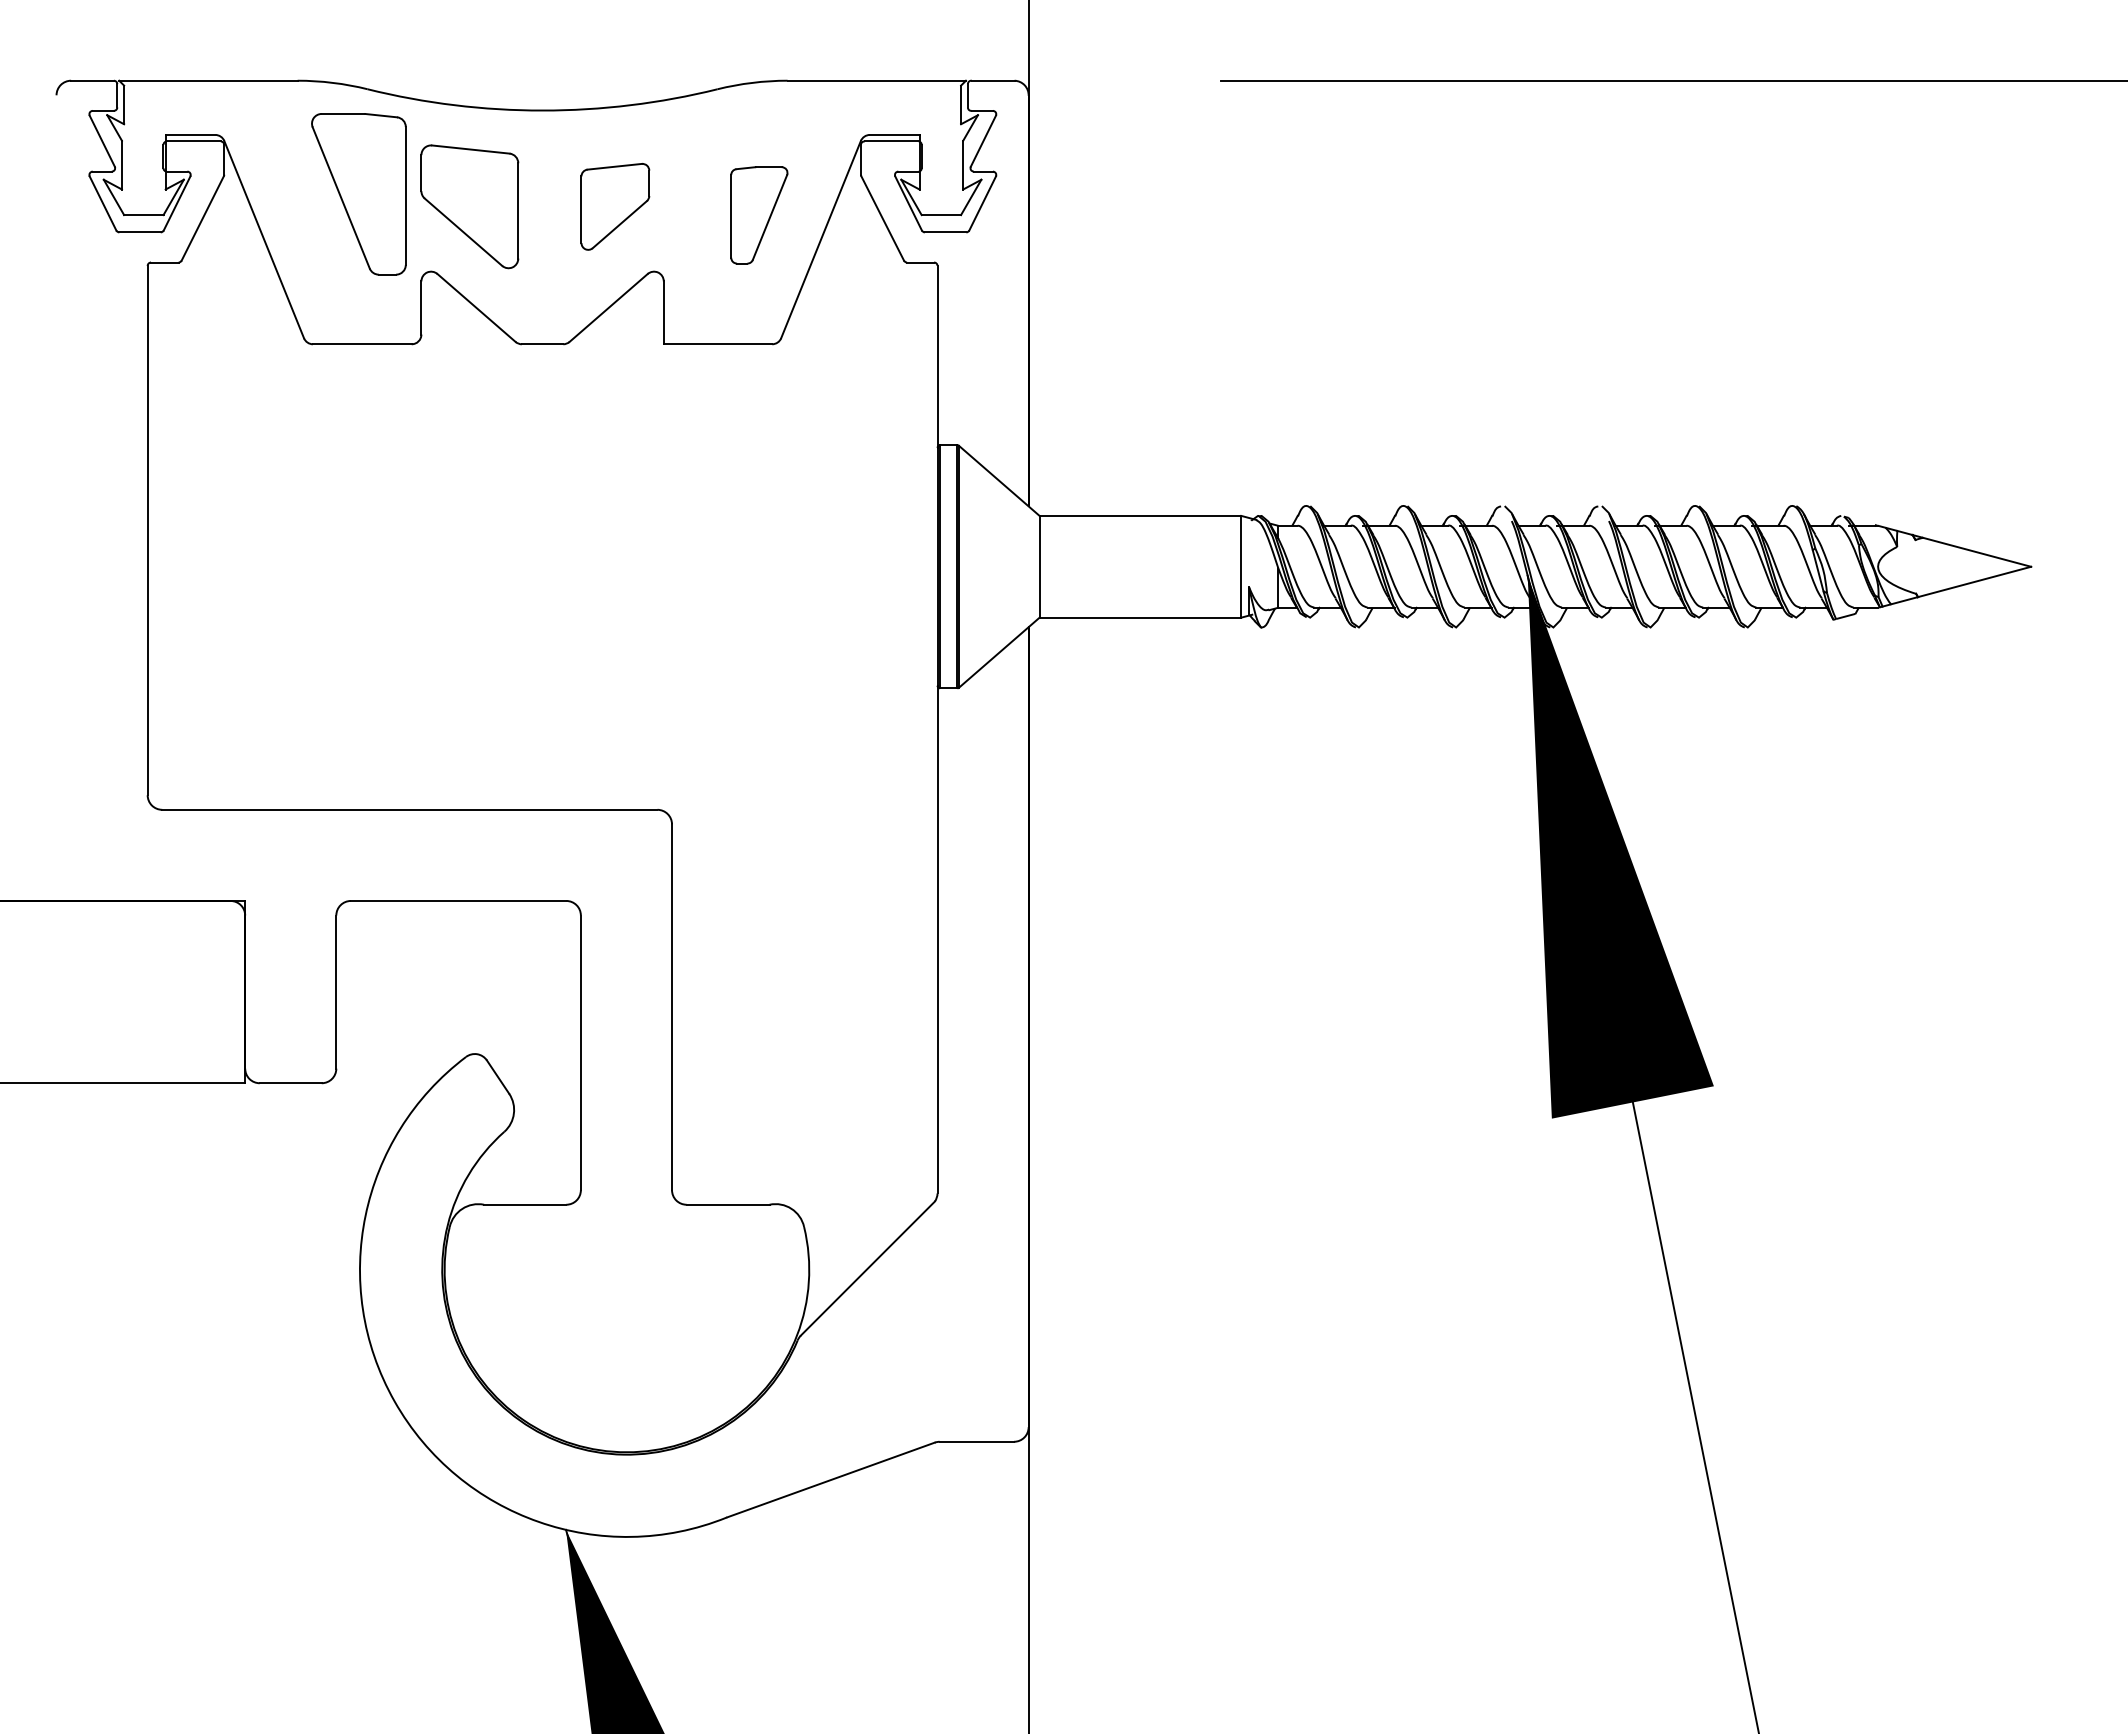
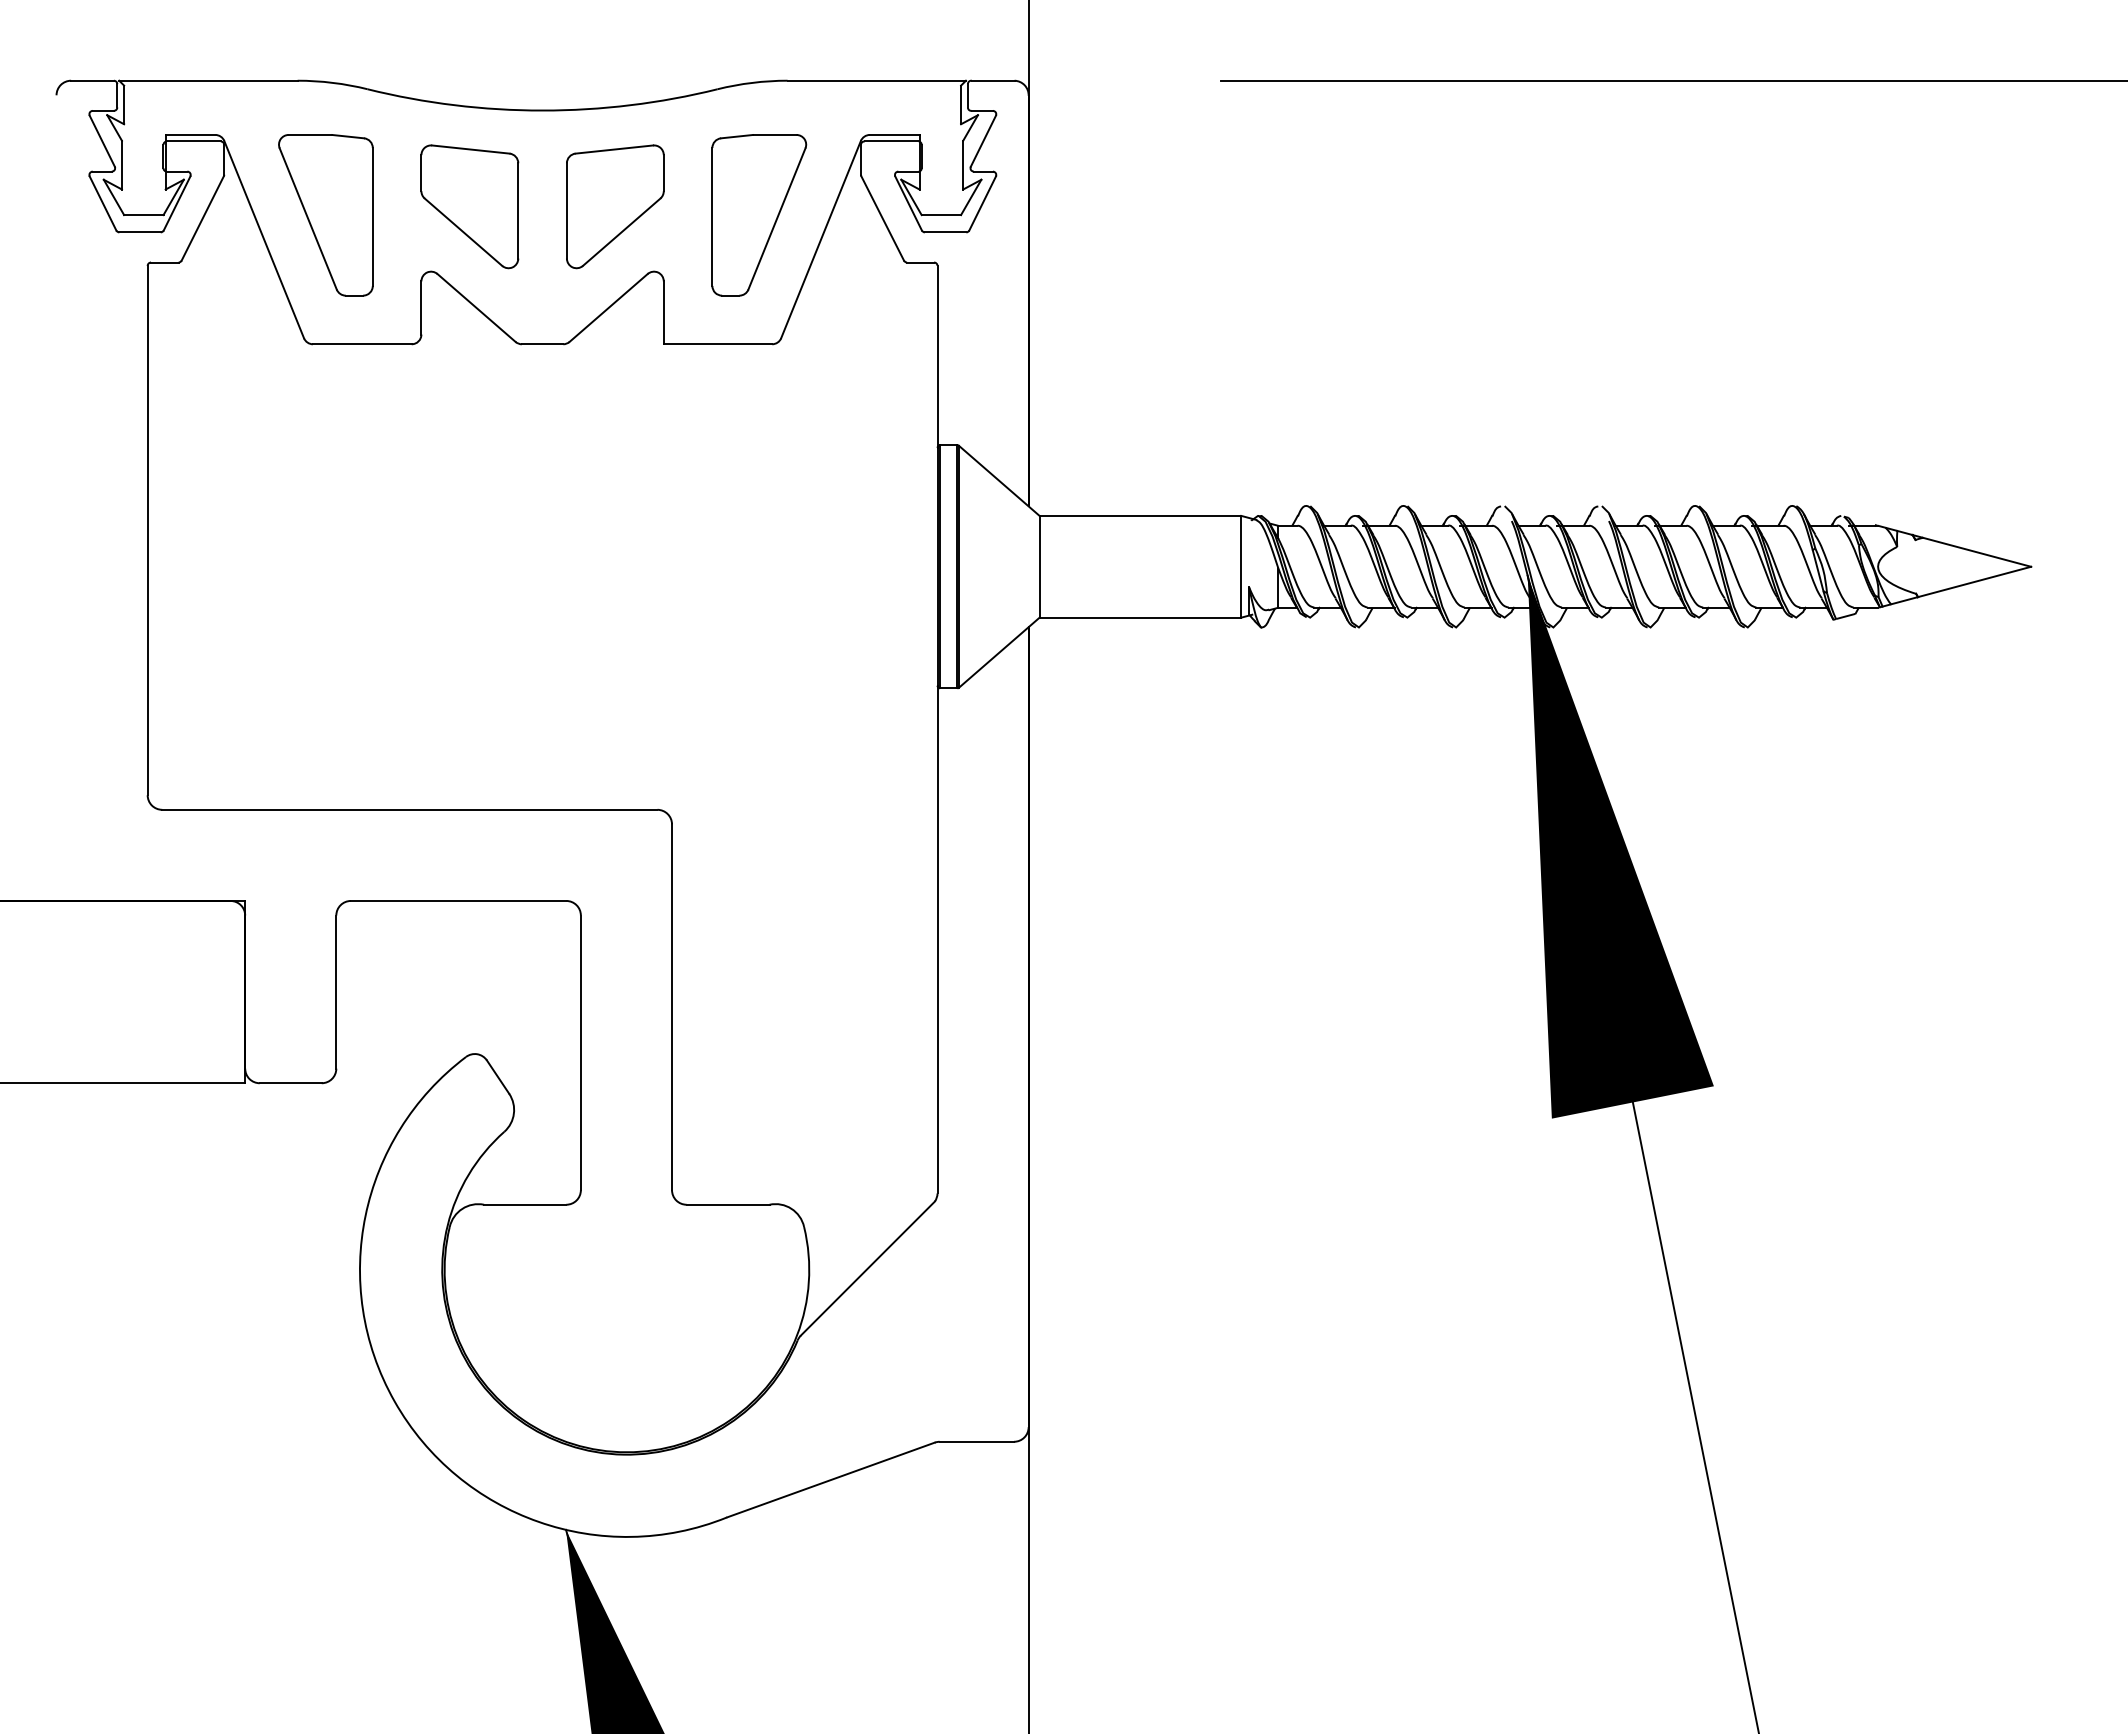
part at (358, 194) position: (358, 194) -> (325, 215)
part at (615, 206) size: 71x88 px -> 99x126 px
part at (759, 215) size: 59x99 px -> 97x163 px
